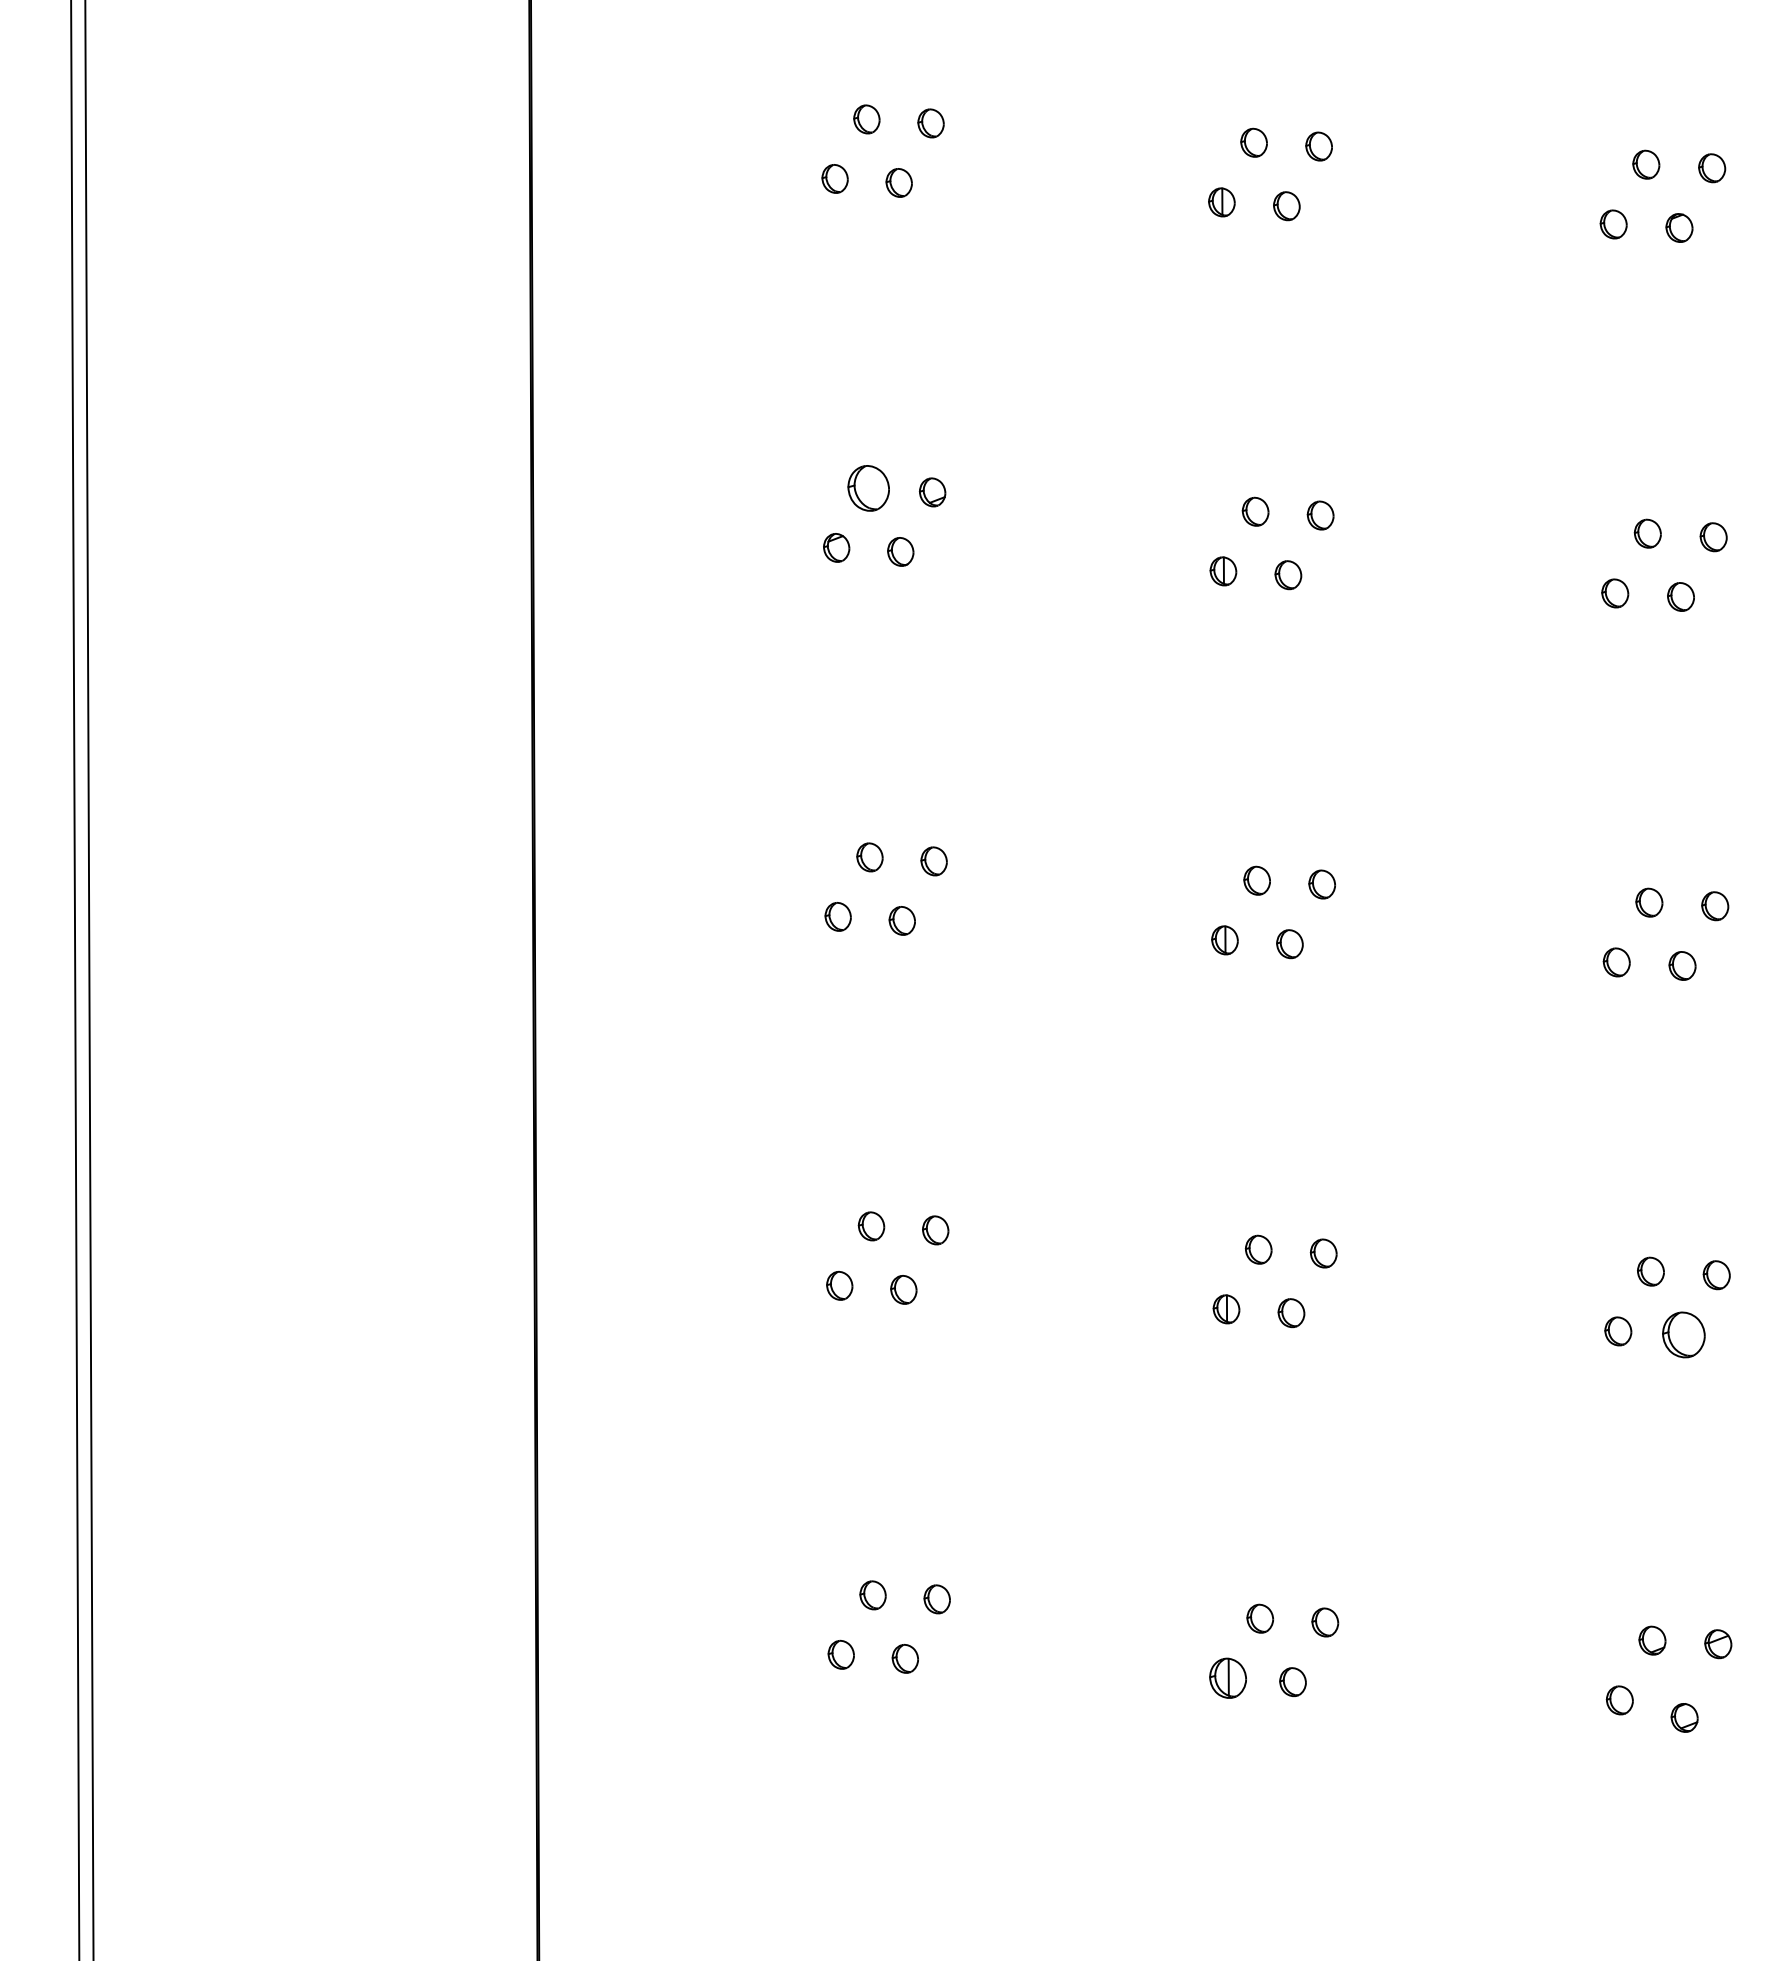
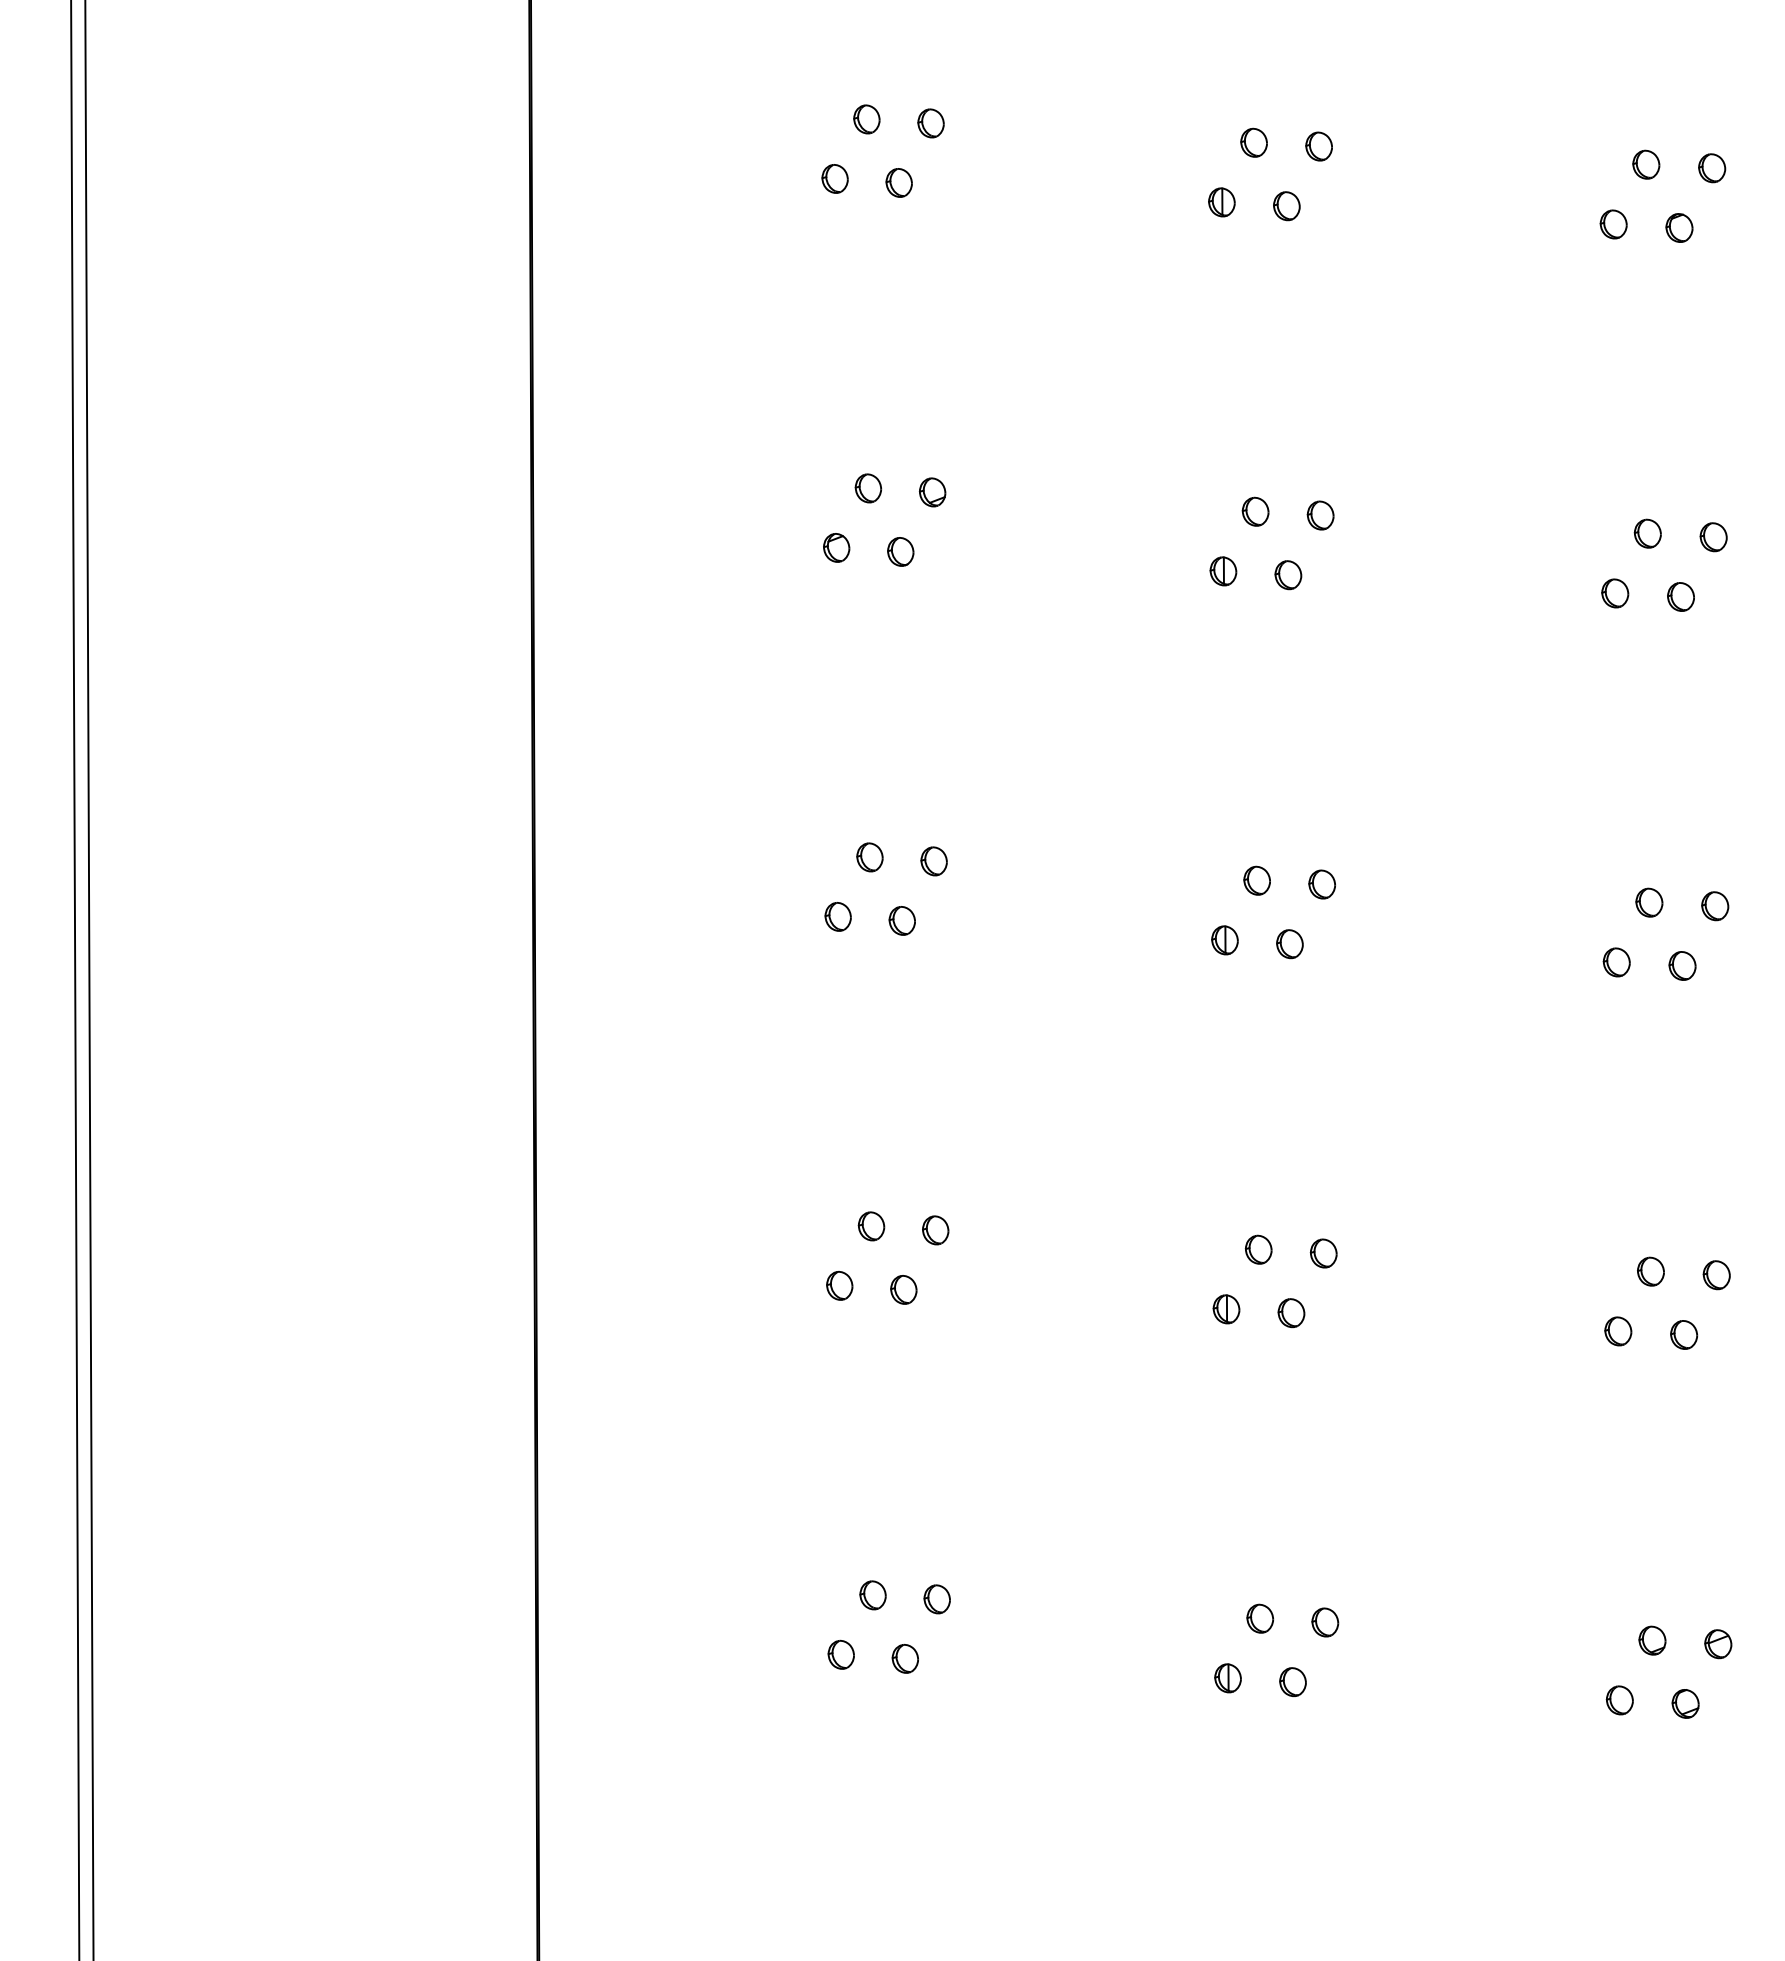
part at (868, 488) size: 43x47 px -> 28x31 px
part at (1683, 1334) size: 44x48 px -> 29x30 px
part at (1227, 1677) size: 38x42 px -> 28x31 px
part at (1684, 1717) position: (1684, 1717) -> (1685, 1703)
